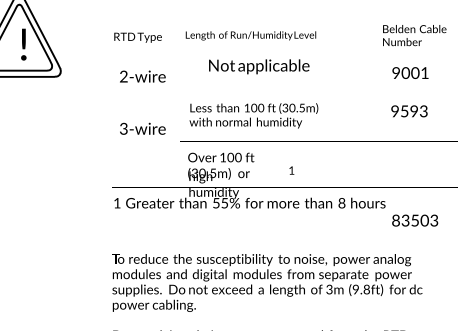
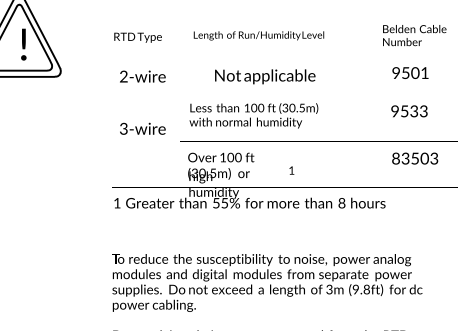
text at (250, 35) position: (250, 35) -> (258, 35)
text at (259, 66) position: (259, 66) -> (265, 76)
text at (405, 72): 9001 -> 9501
text at (414, 111): 9593 -> 9533
text at (415, 220) position: (415, 220) -> (415, 158)
